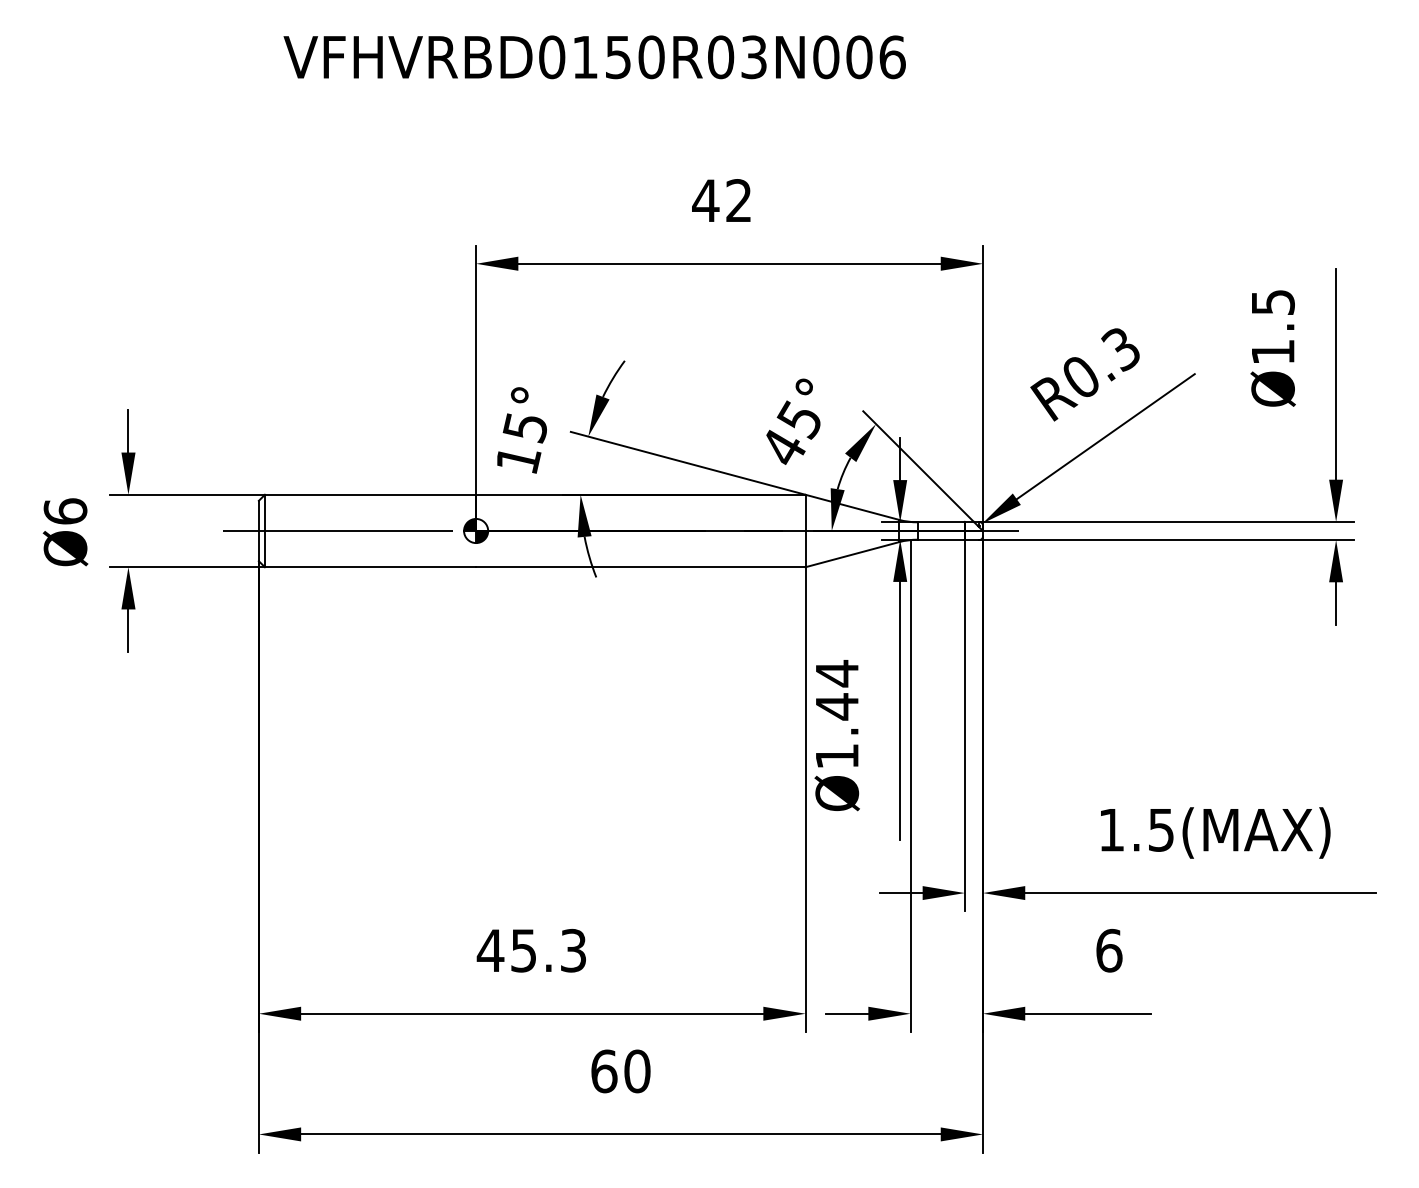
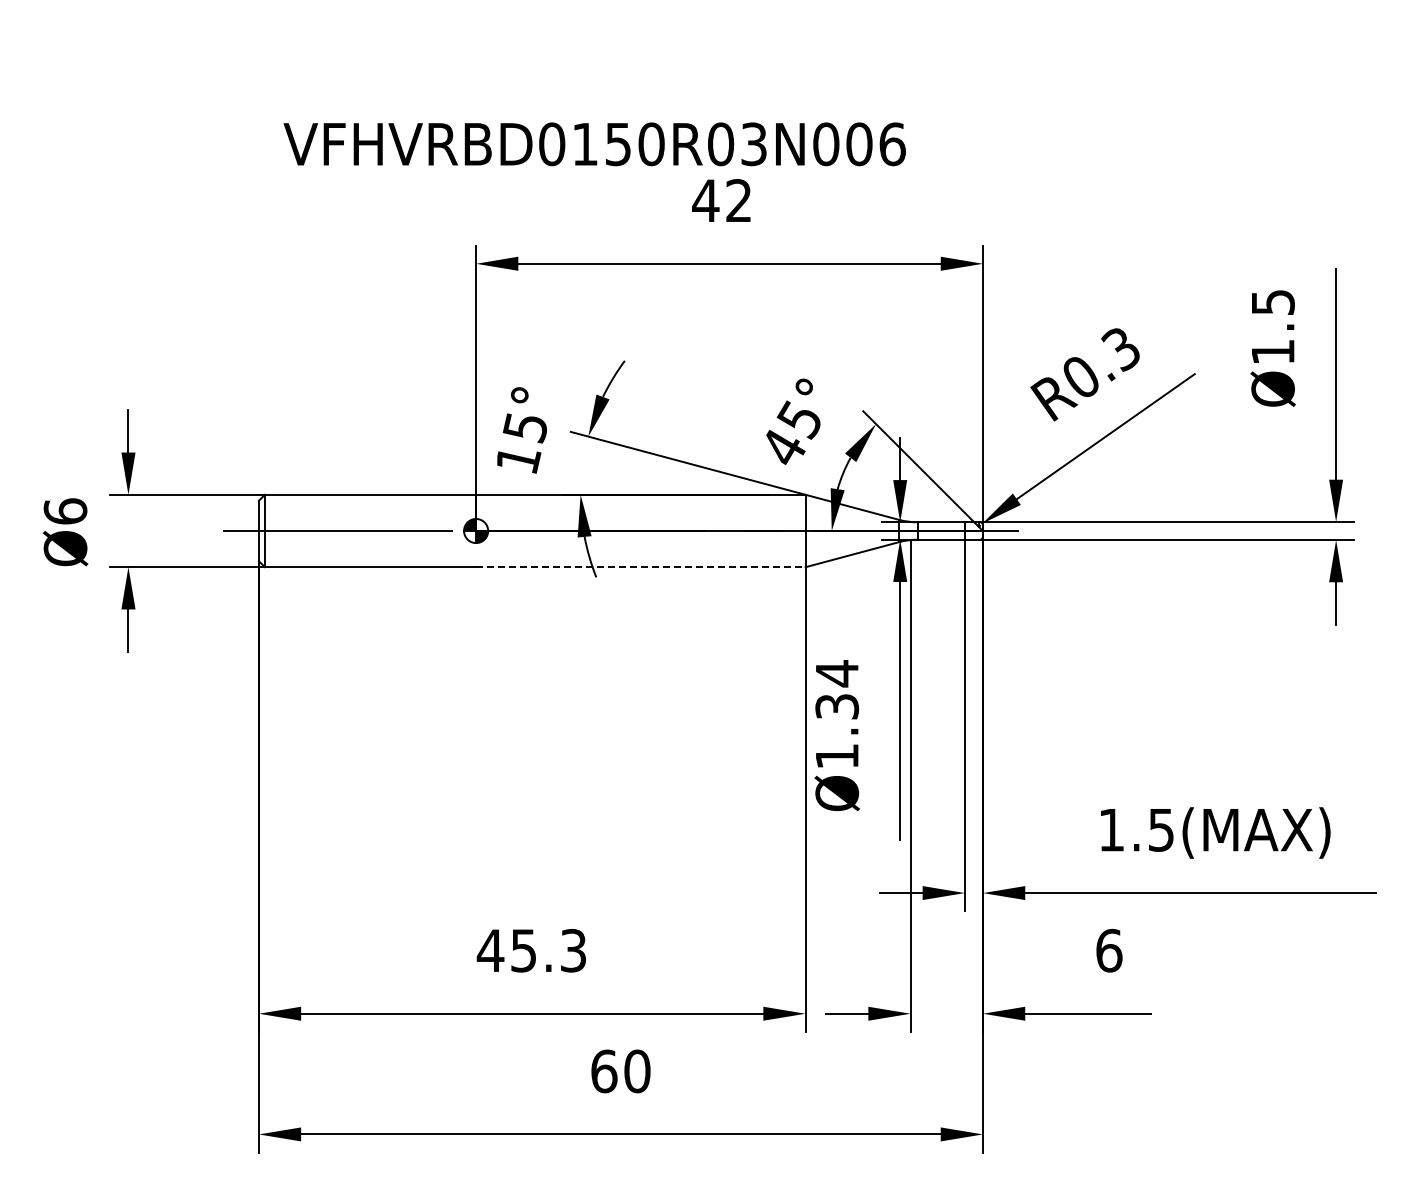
text at (594, 57) position: (594, 57) -> (594, 144)
line at (640, 567): solid -> dashed
text at (837, 706): Ø1.44 -> Ø1.34
